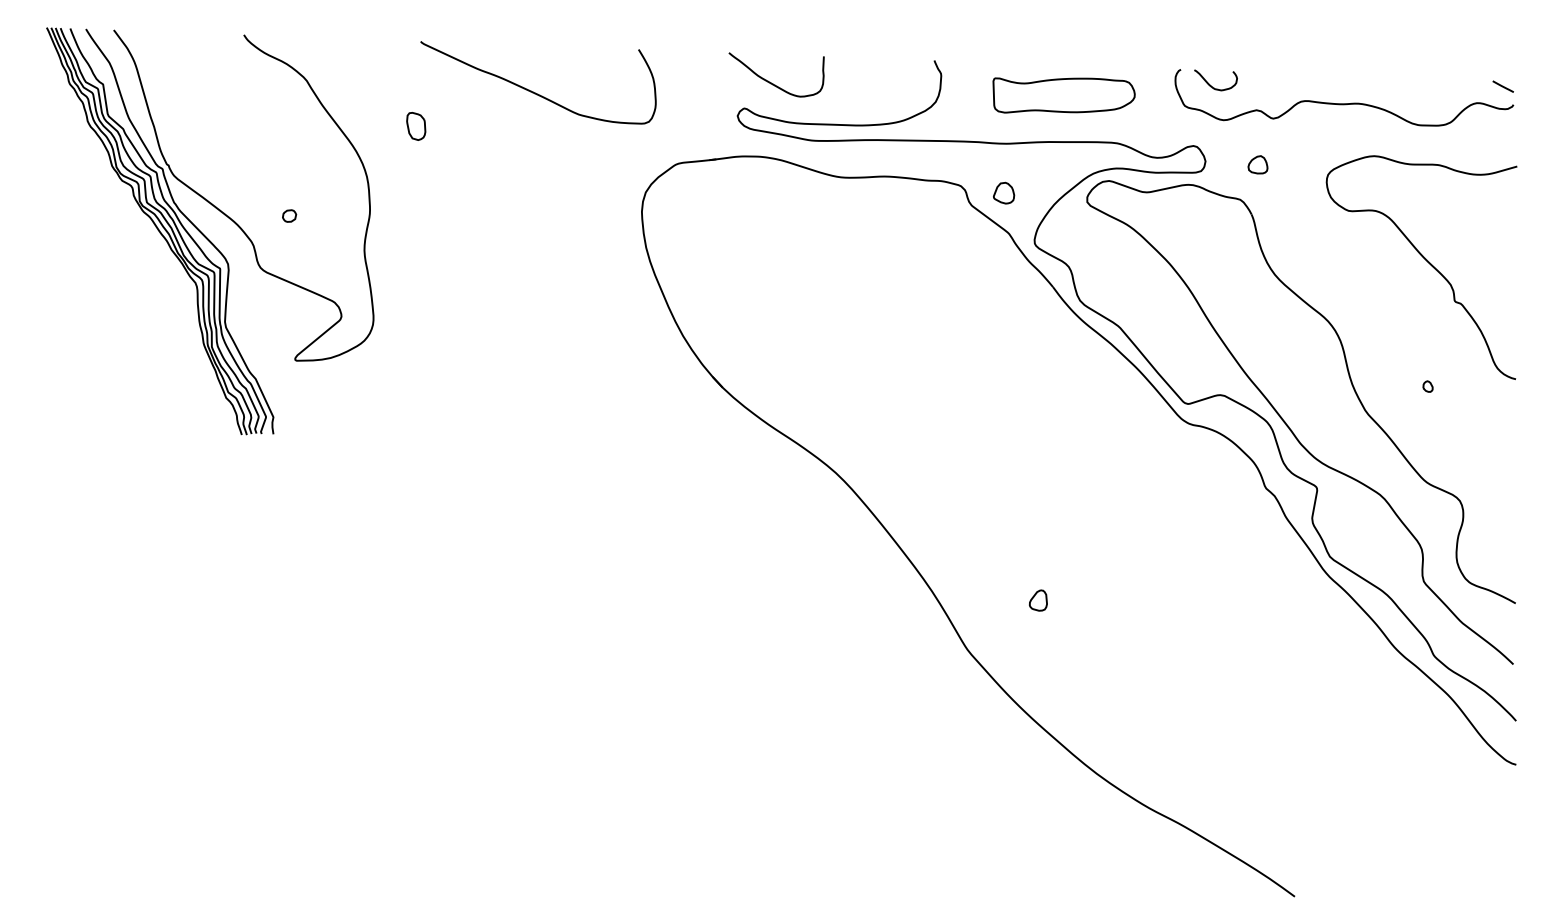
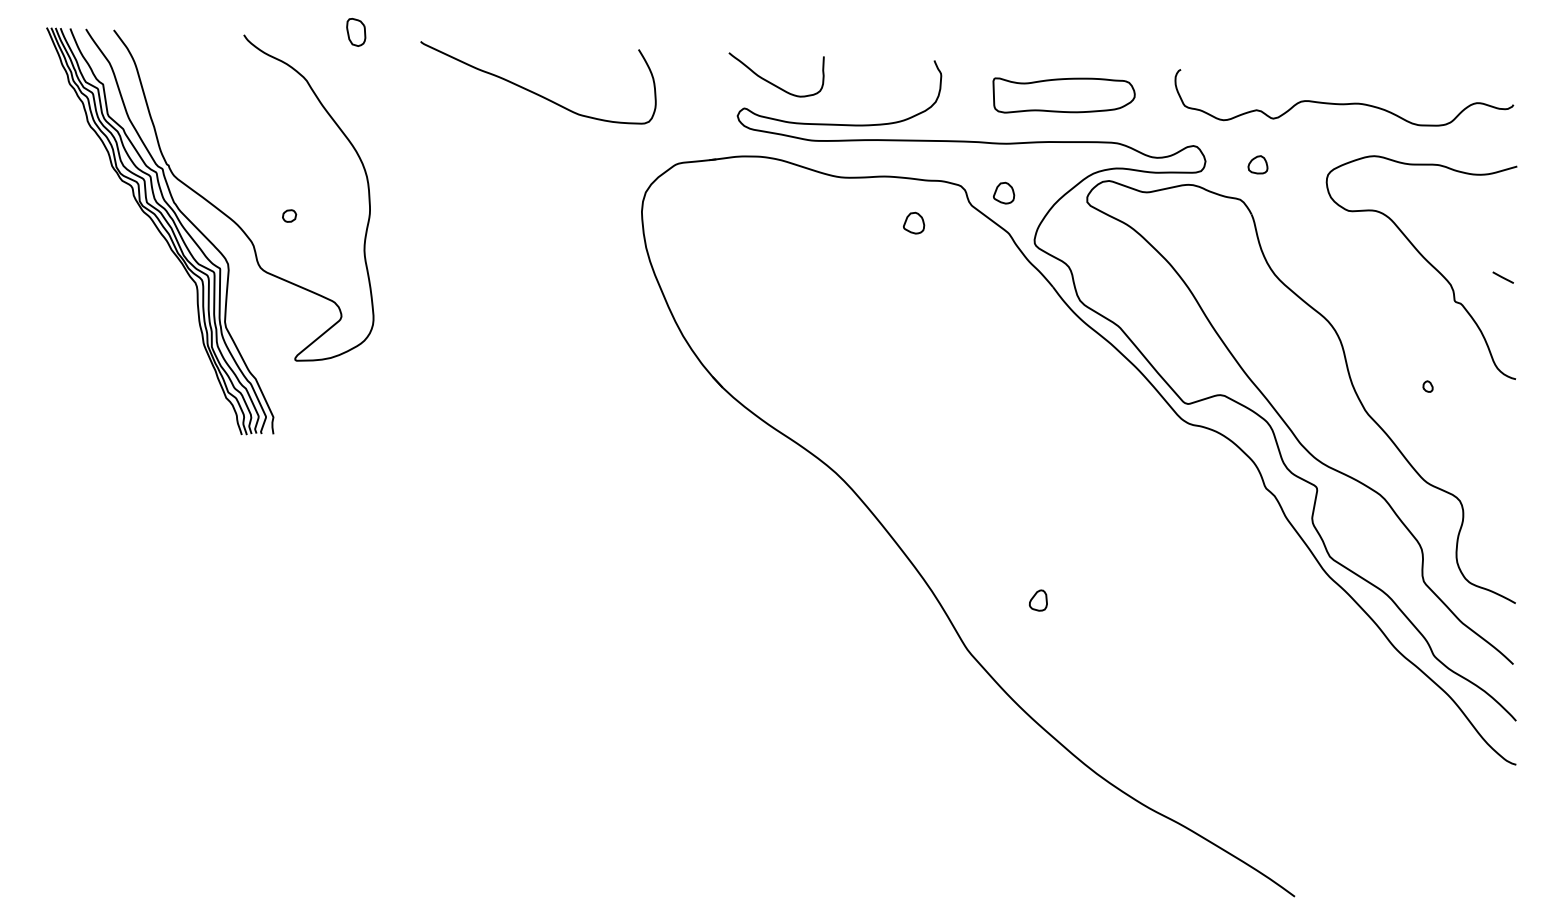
curve at (1210, 84): present -> none
line at (1502, 86) position: (1502, 86) -> (1502, 277)
part at (416, 126) position: (416, 126) -> (356, 32)
part at (914, 222): none -> present
